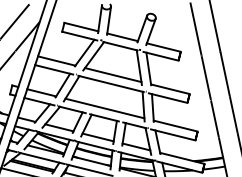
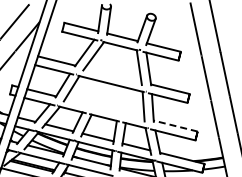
line at (113, 75): present -> none
line at (104, 108): present -> none
line at (175, 126): solid -> dashed
